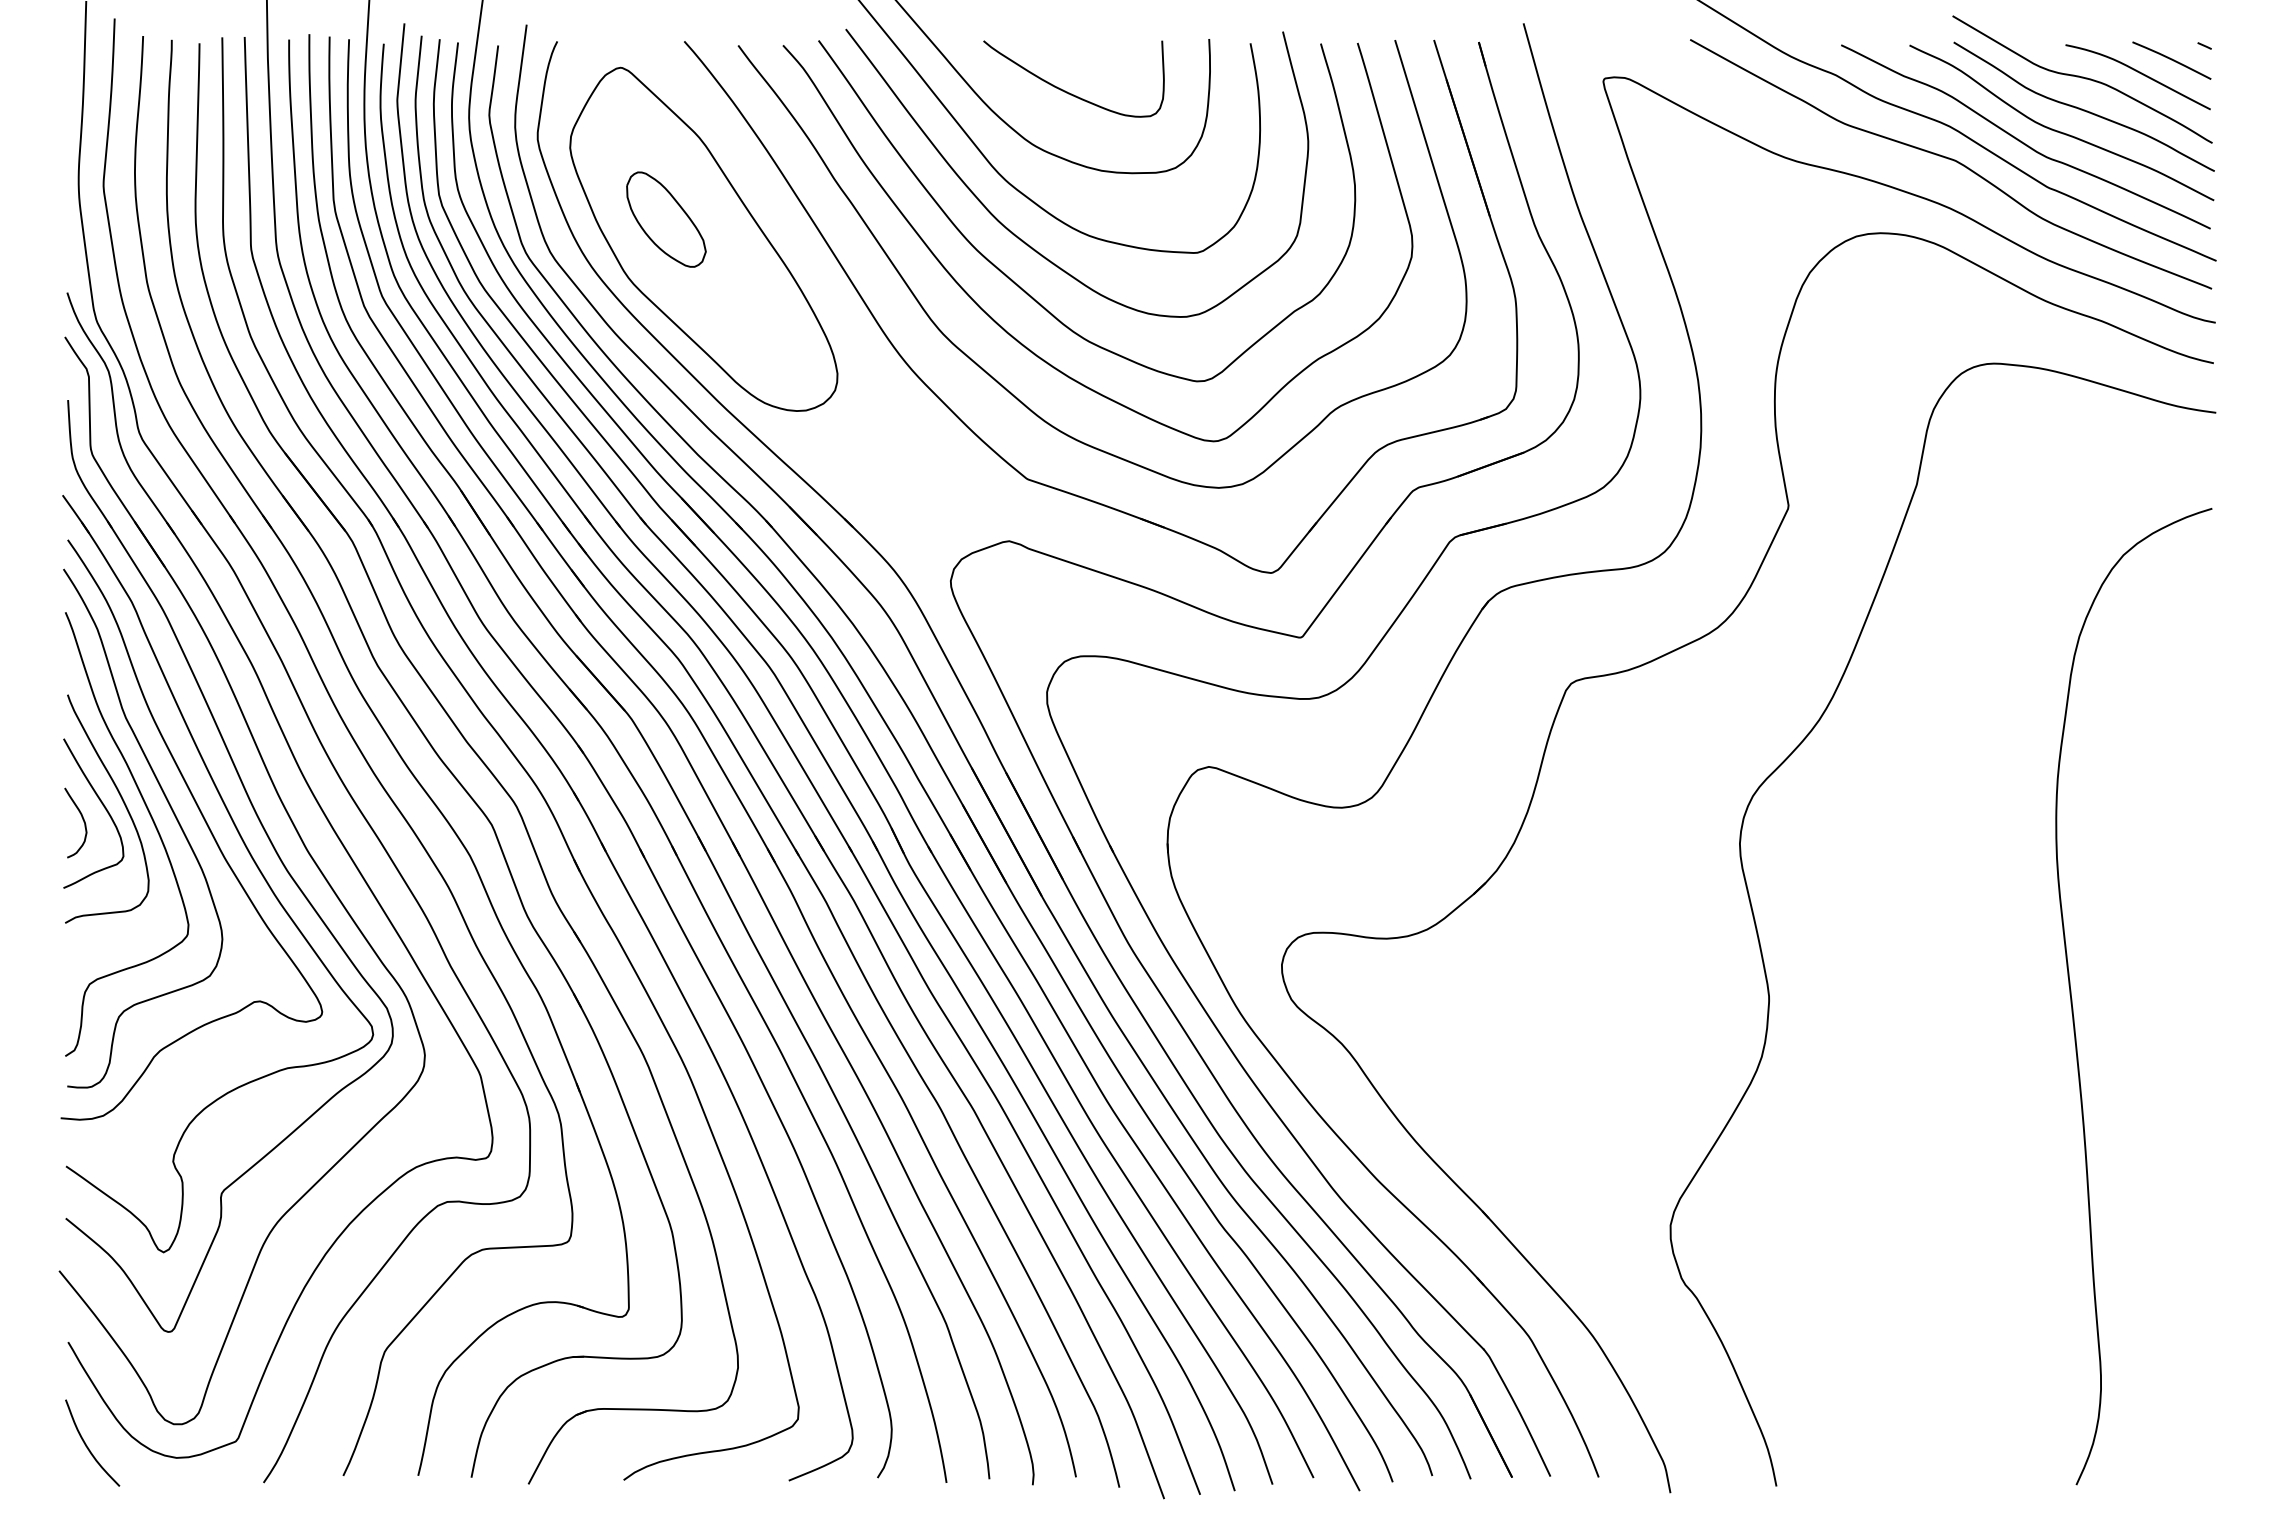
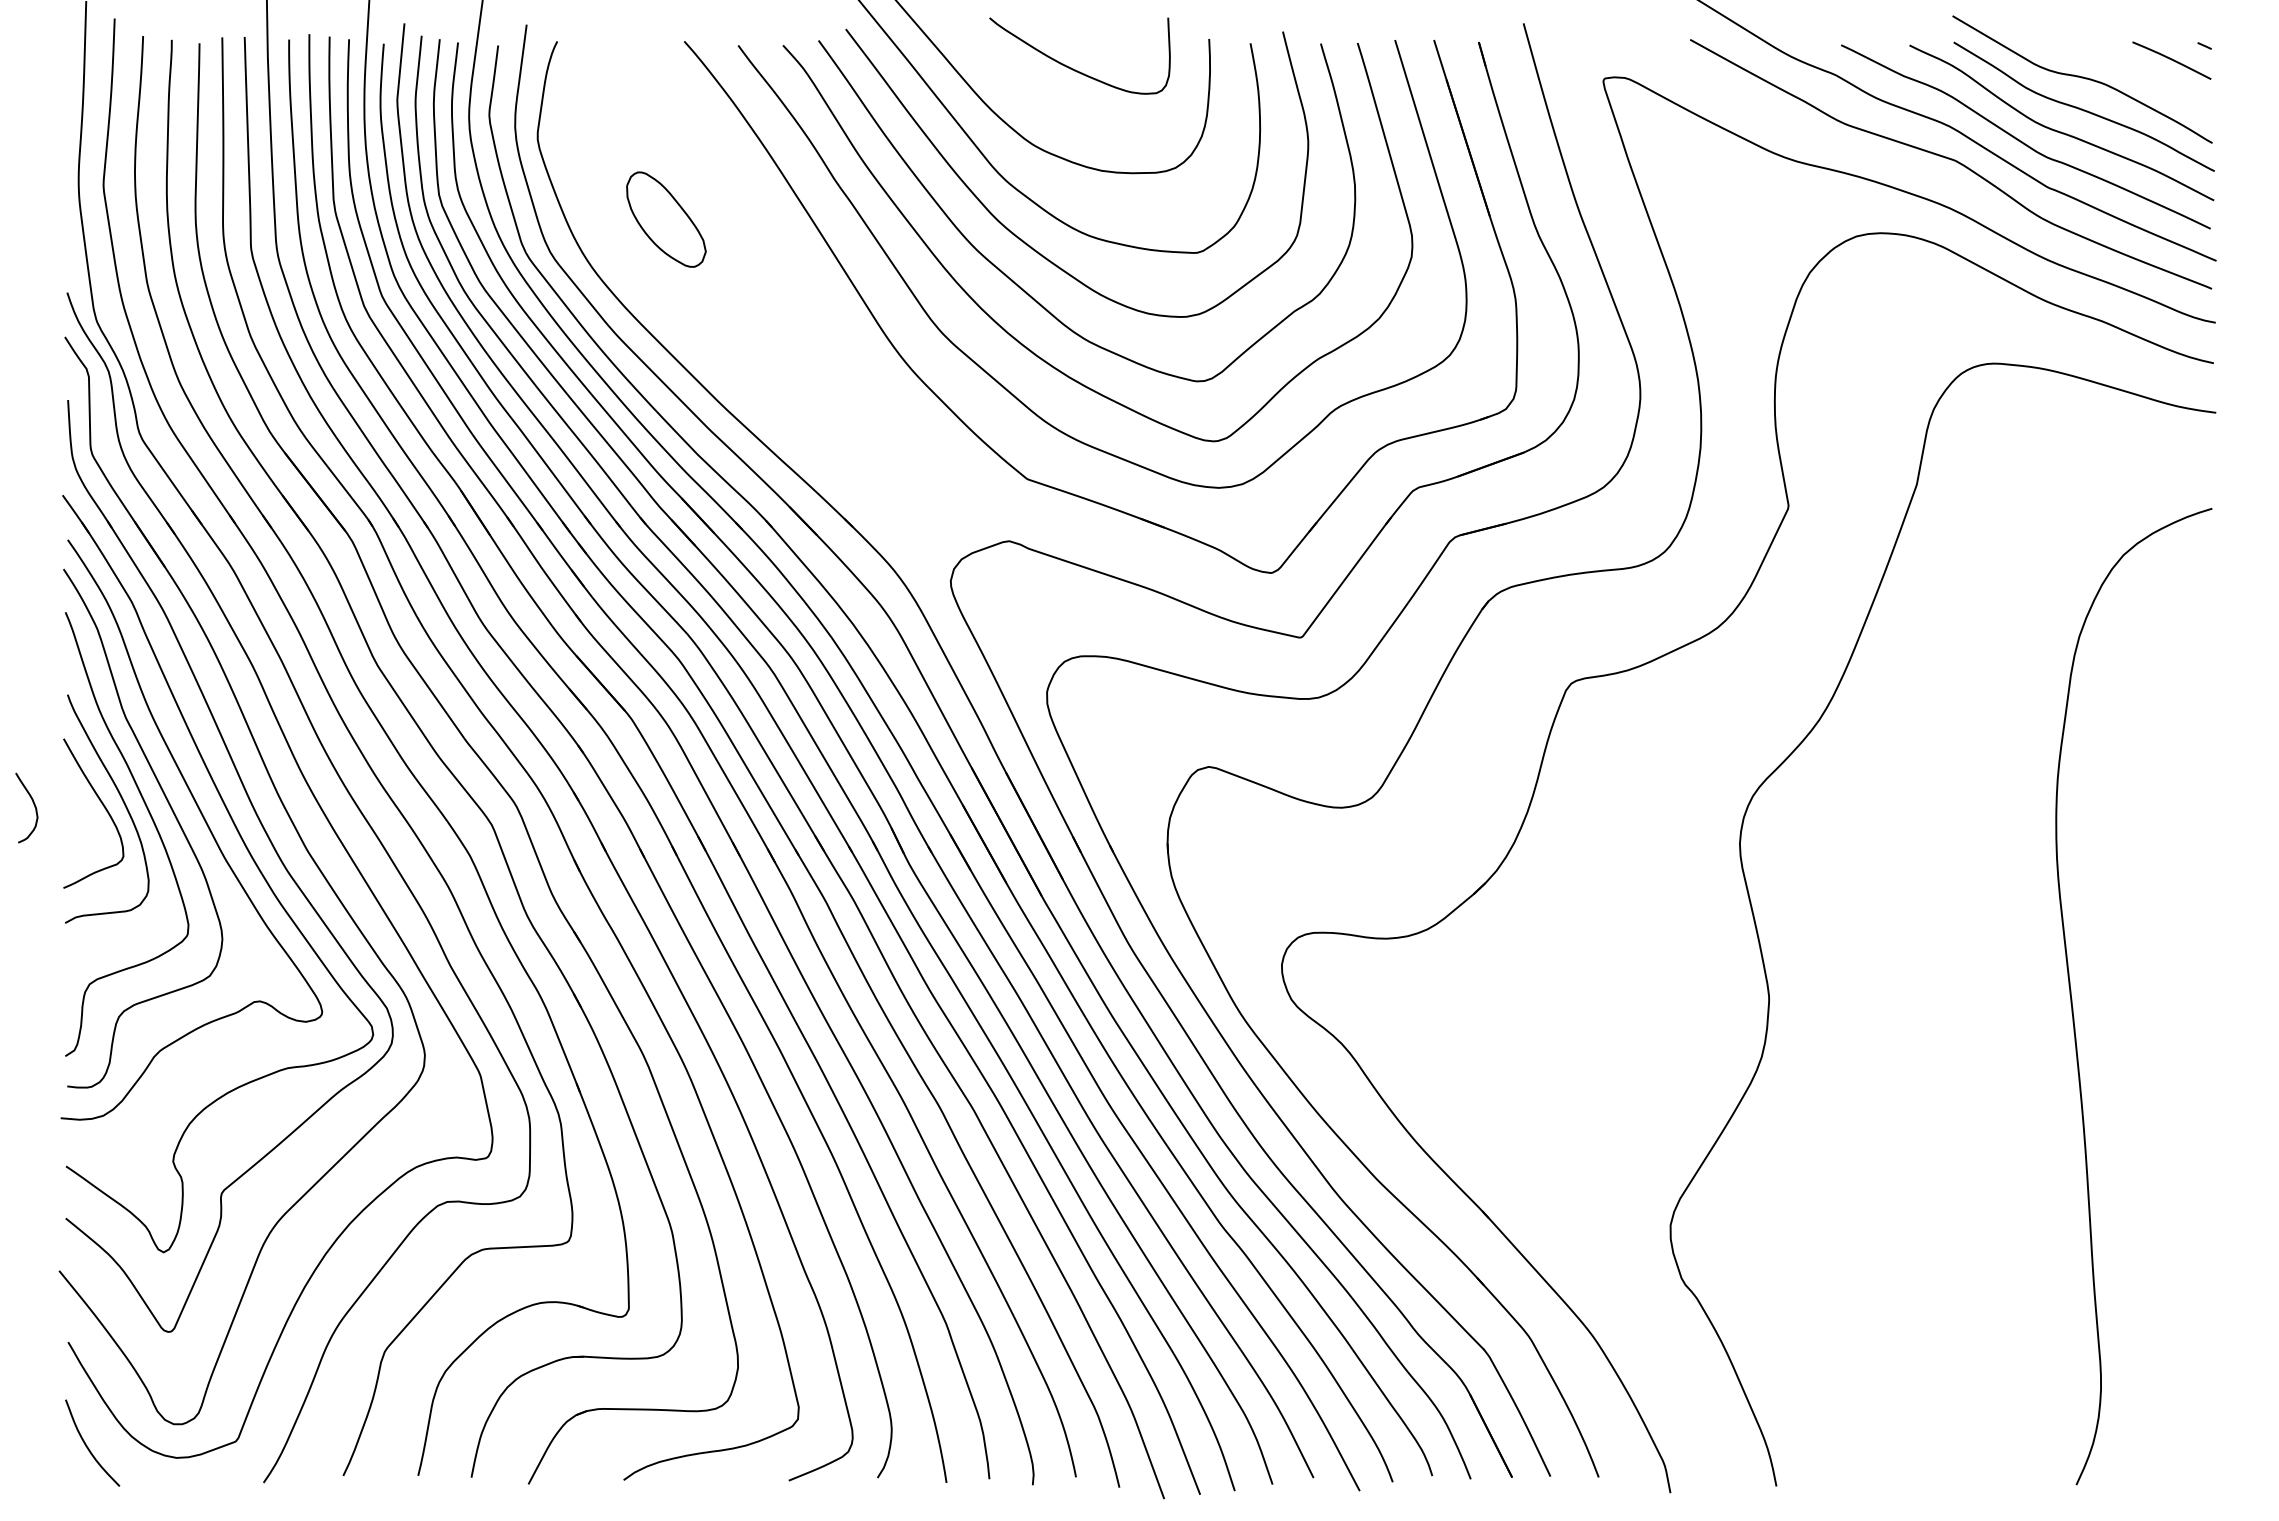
curve at (2139, 73): present -> none
curve at (1067, 91) position: (1067, 91) -> (1073, 68)
part at (703, 238): present -> none
curve at (82, 819) position: (82, 819) -> (33, 804)
